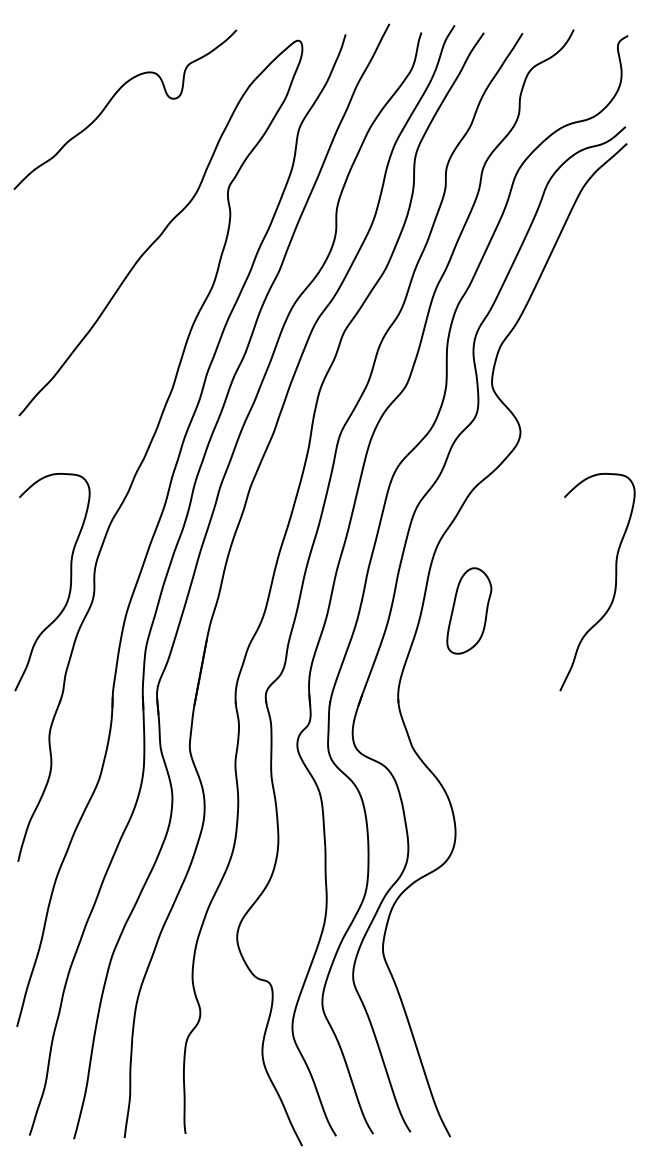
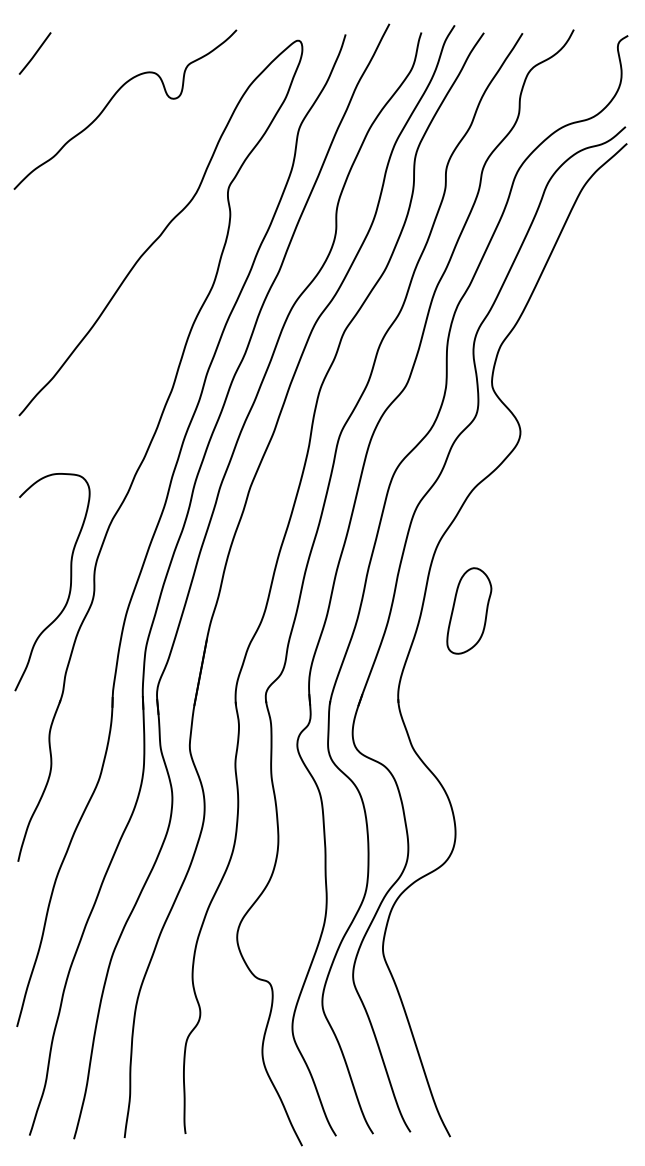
line at (34, 53): none -> present
curve at (614, 586): present -> none
